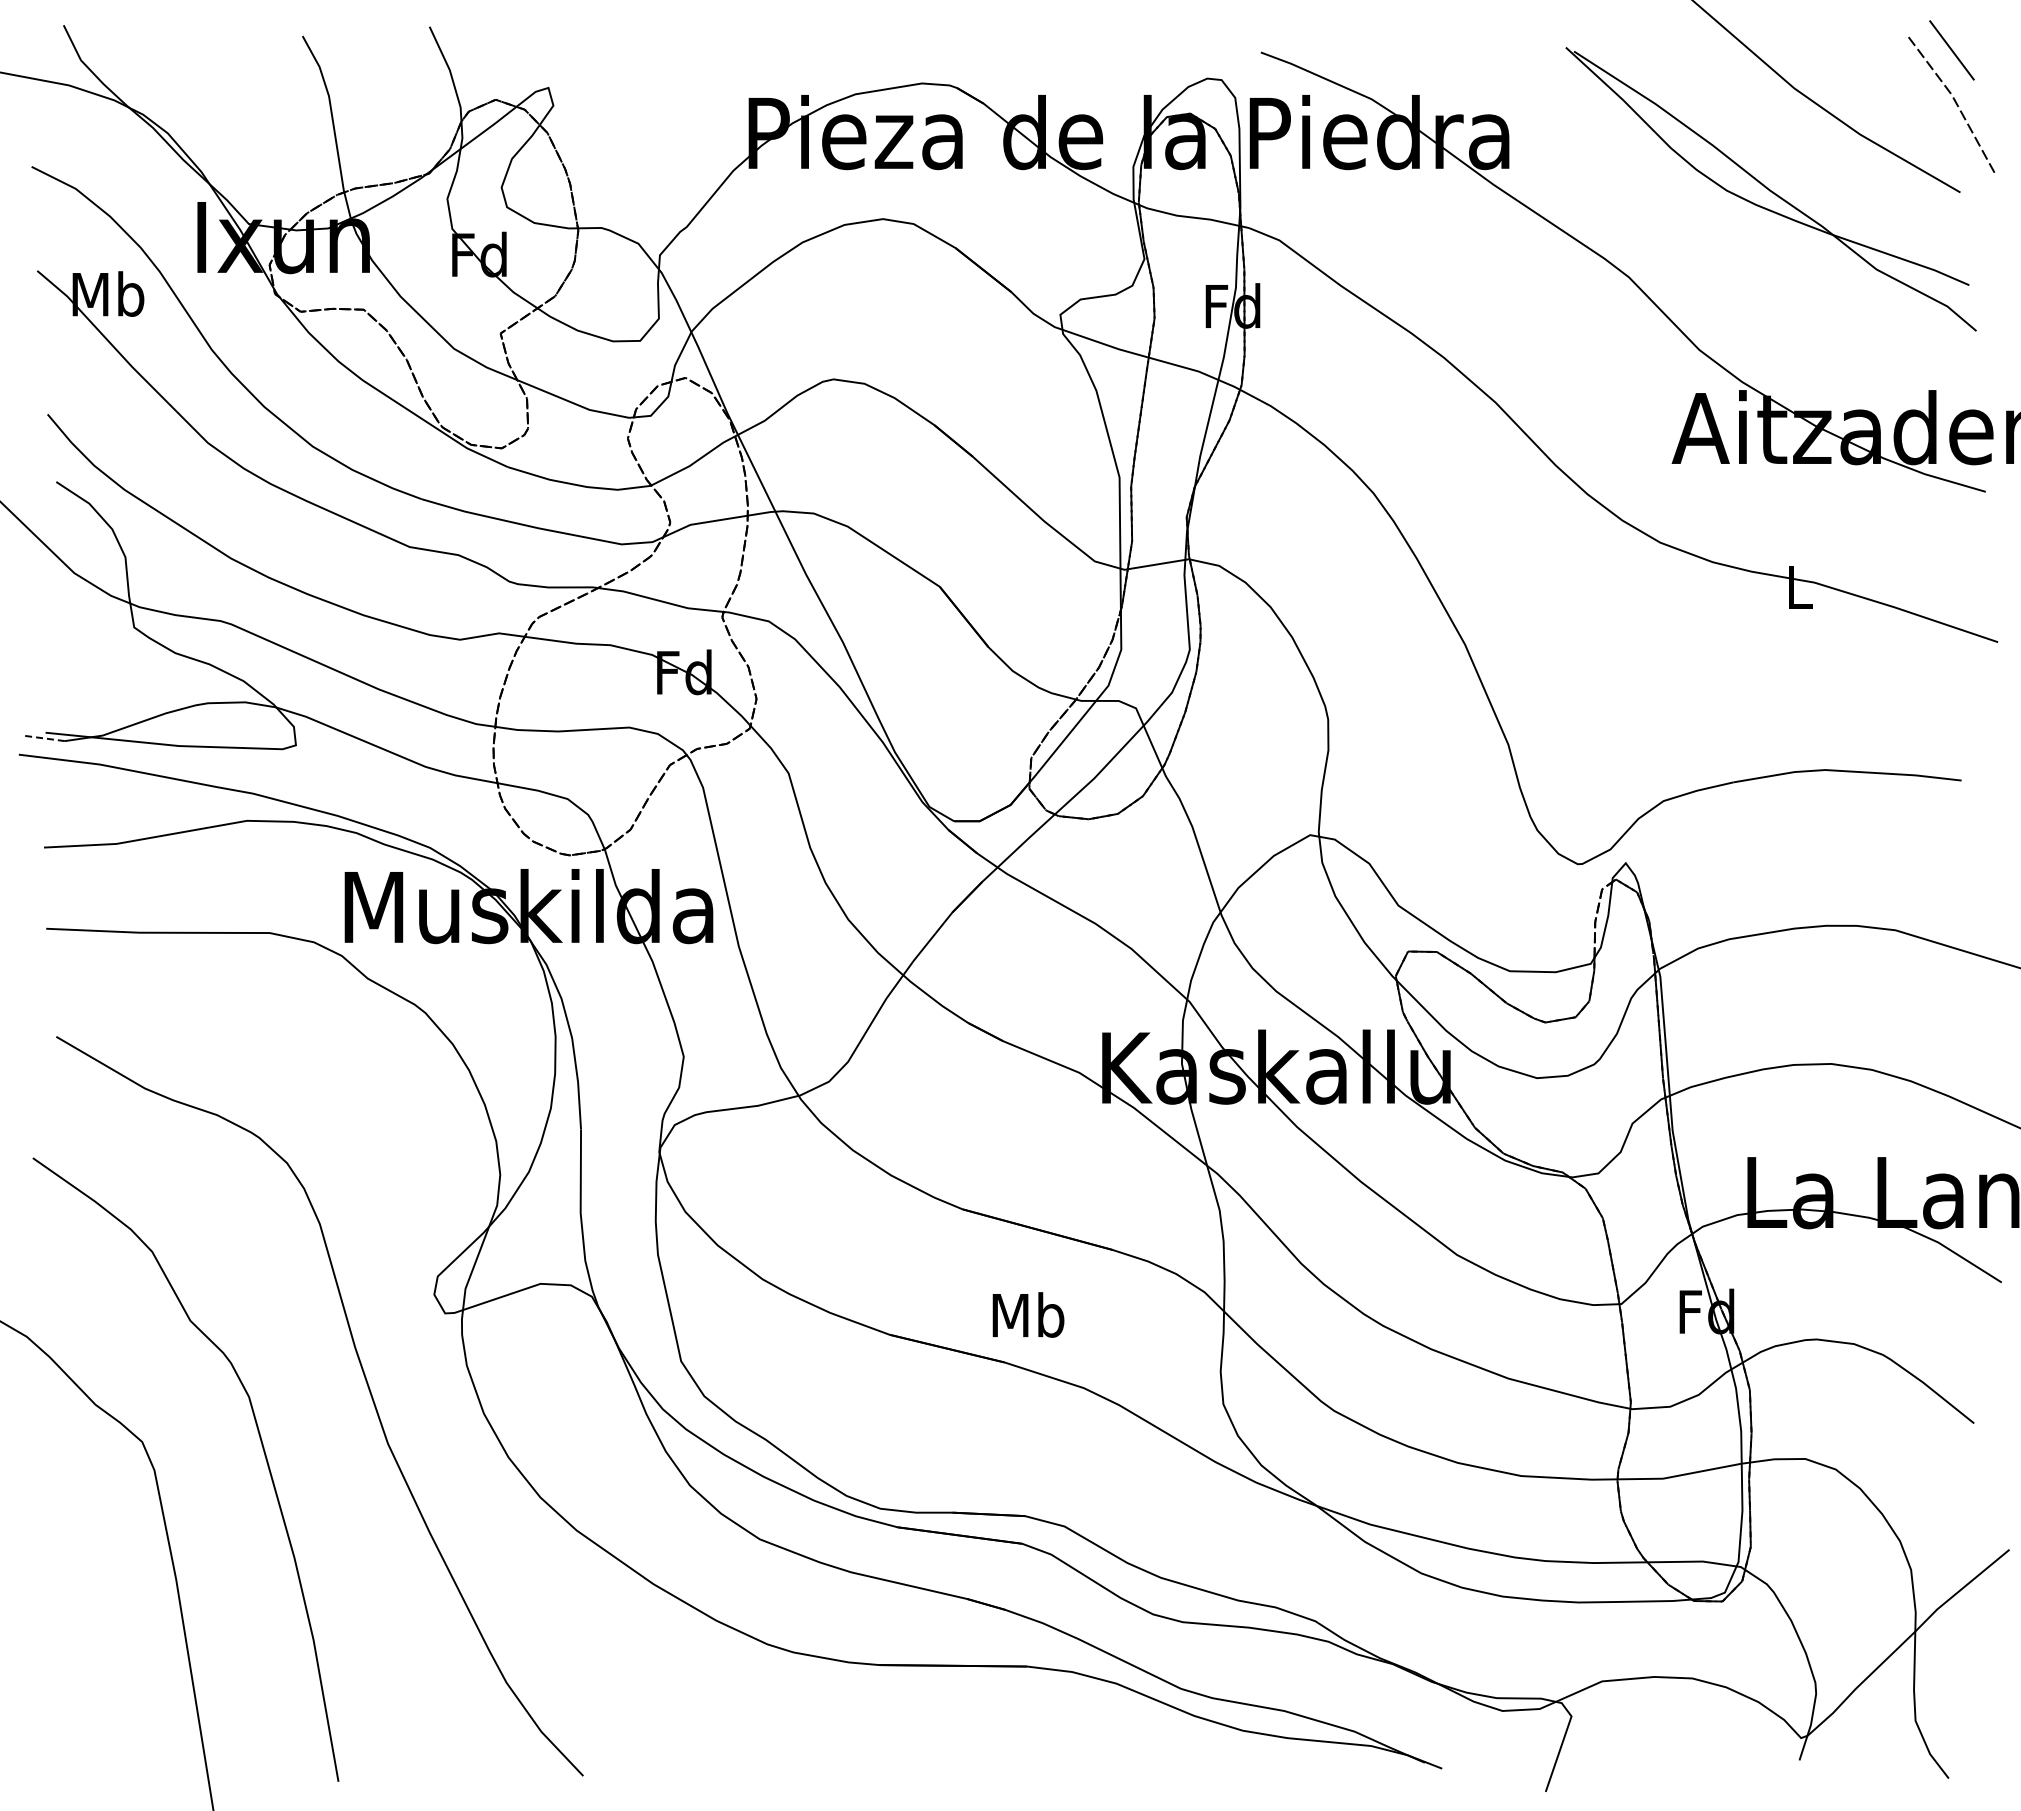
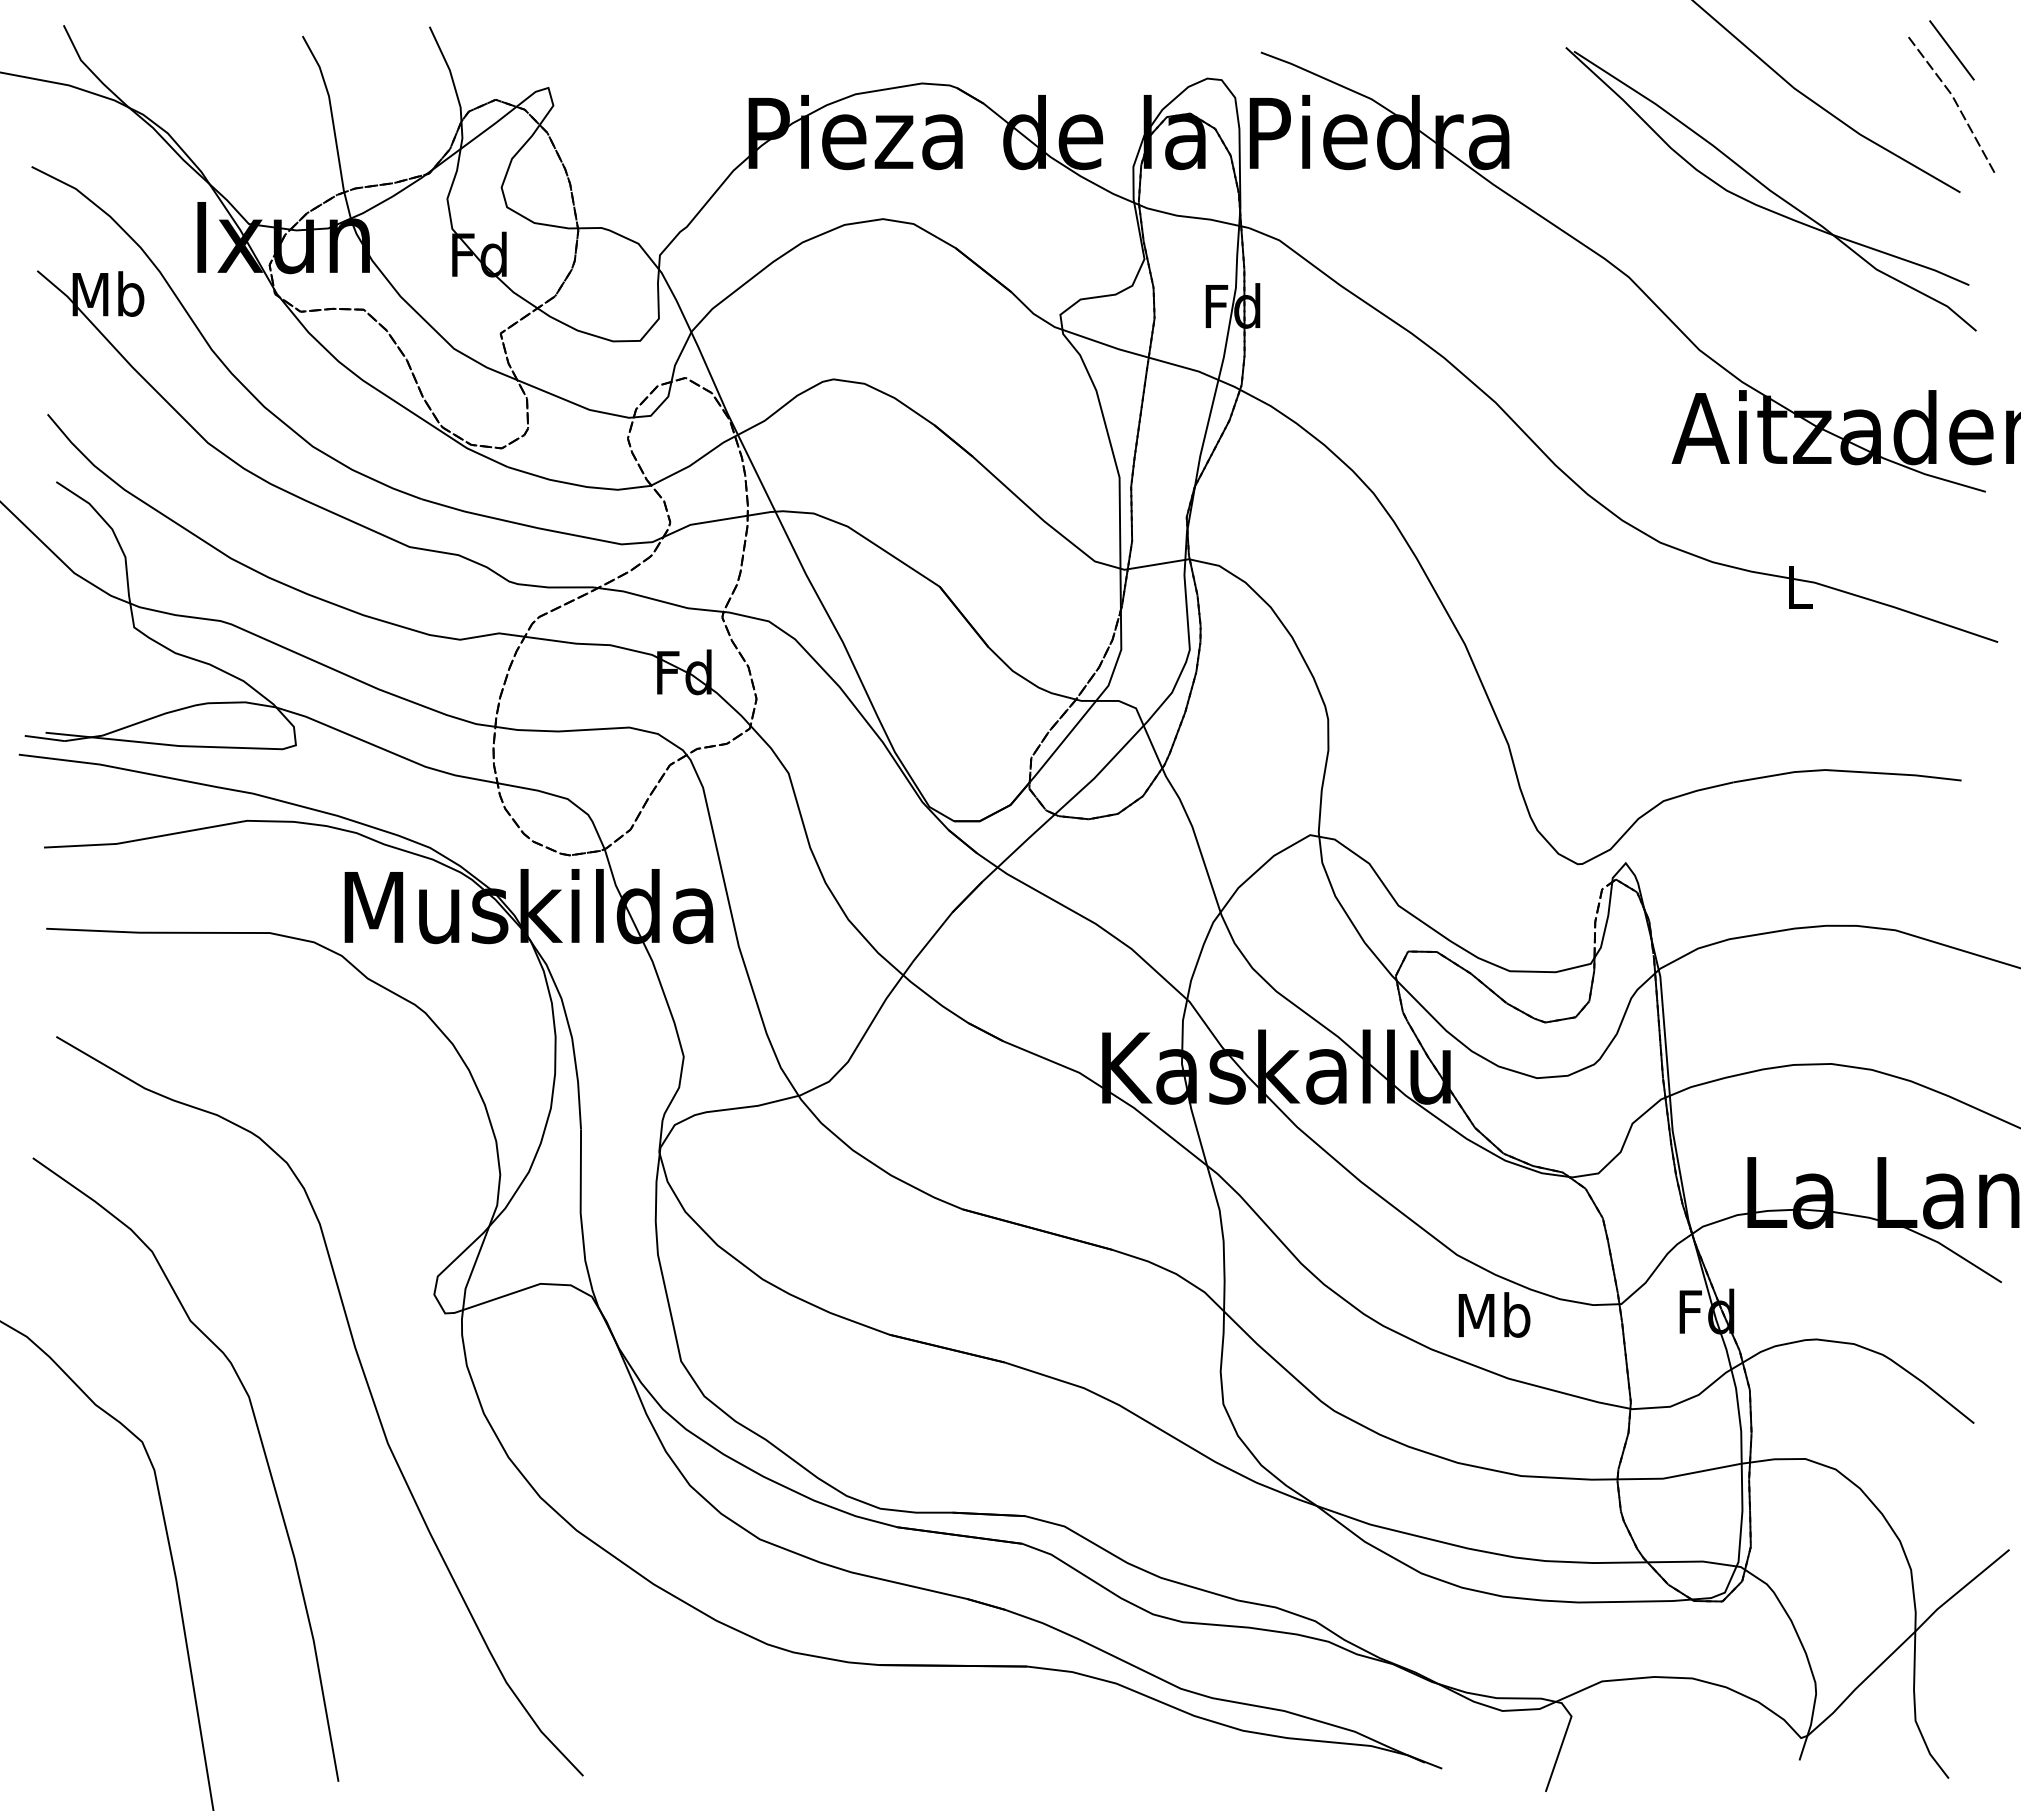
line at (44, 738): dashed -> solid
text at (1028, 1314) position: (1028, 1314) -> (1494, 1314)
